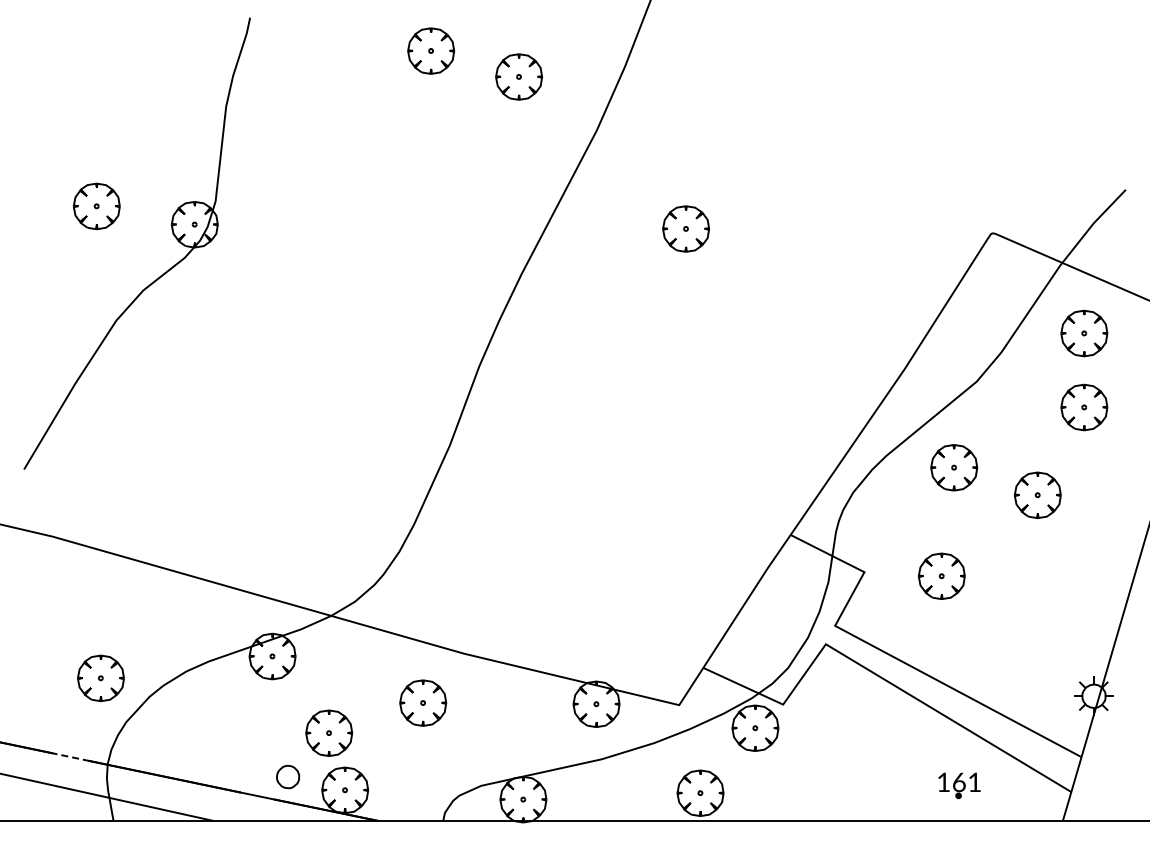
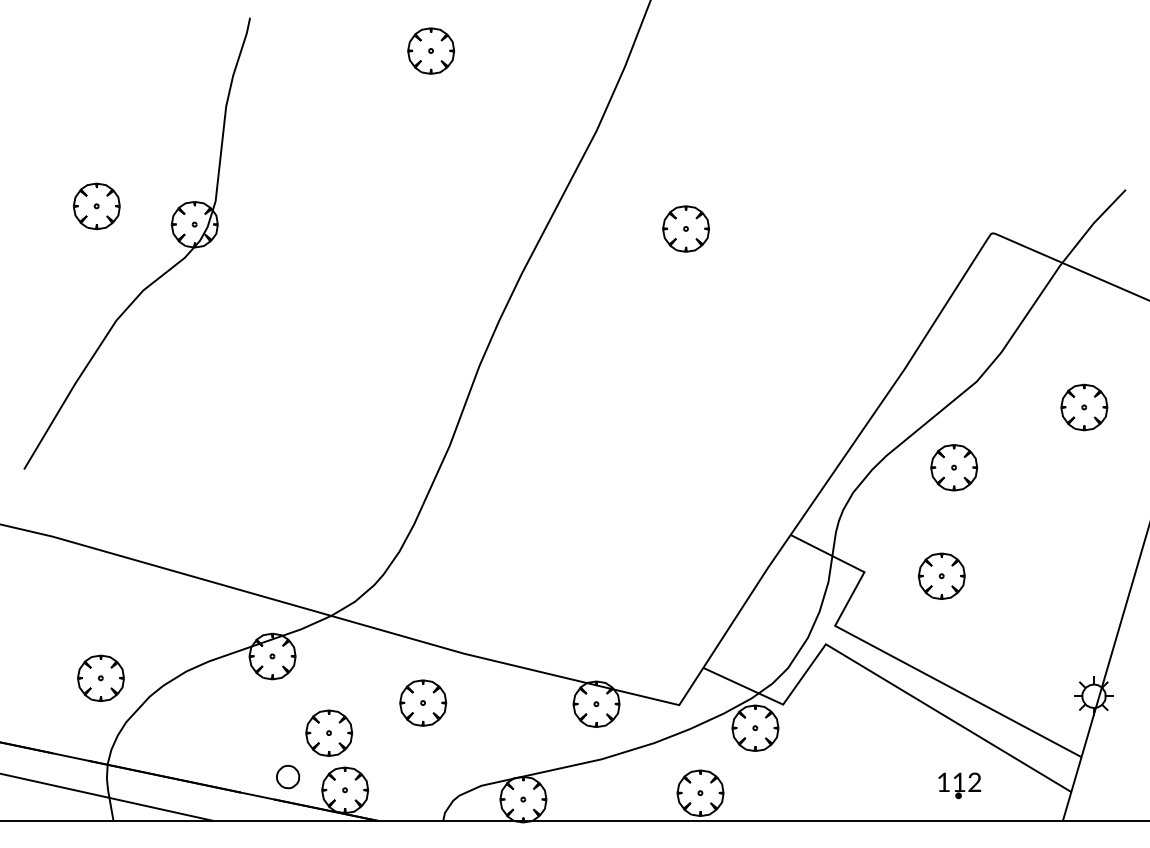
part at (518, 76): present -> none
part at (1084, 333): present -> none
part at (1037, 494): present -> none
line at (70, 757): dashed -> solid
text at (967, 782): 161 -> 112
